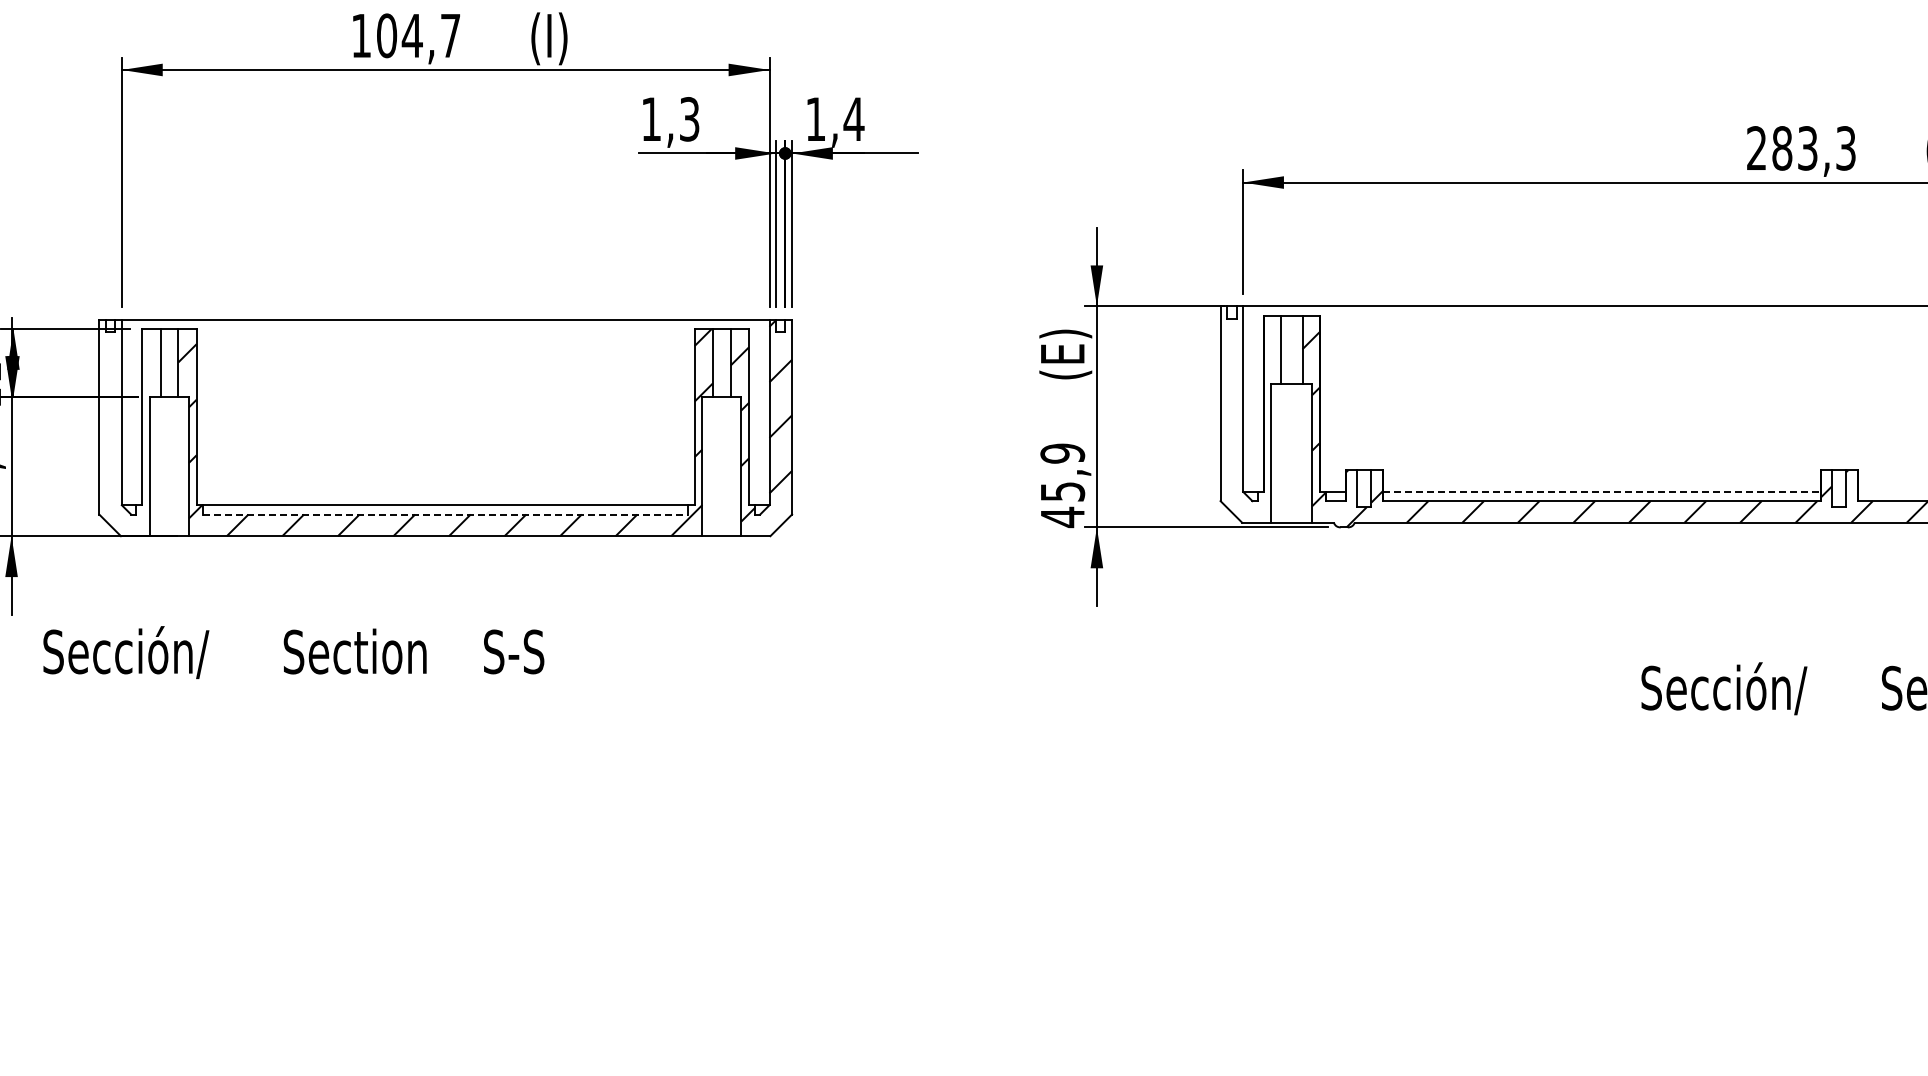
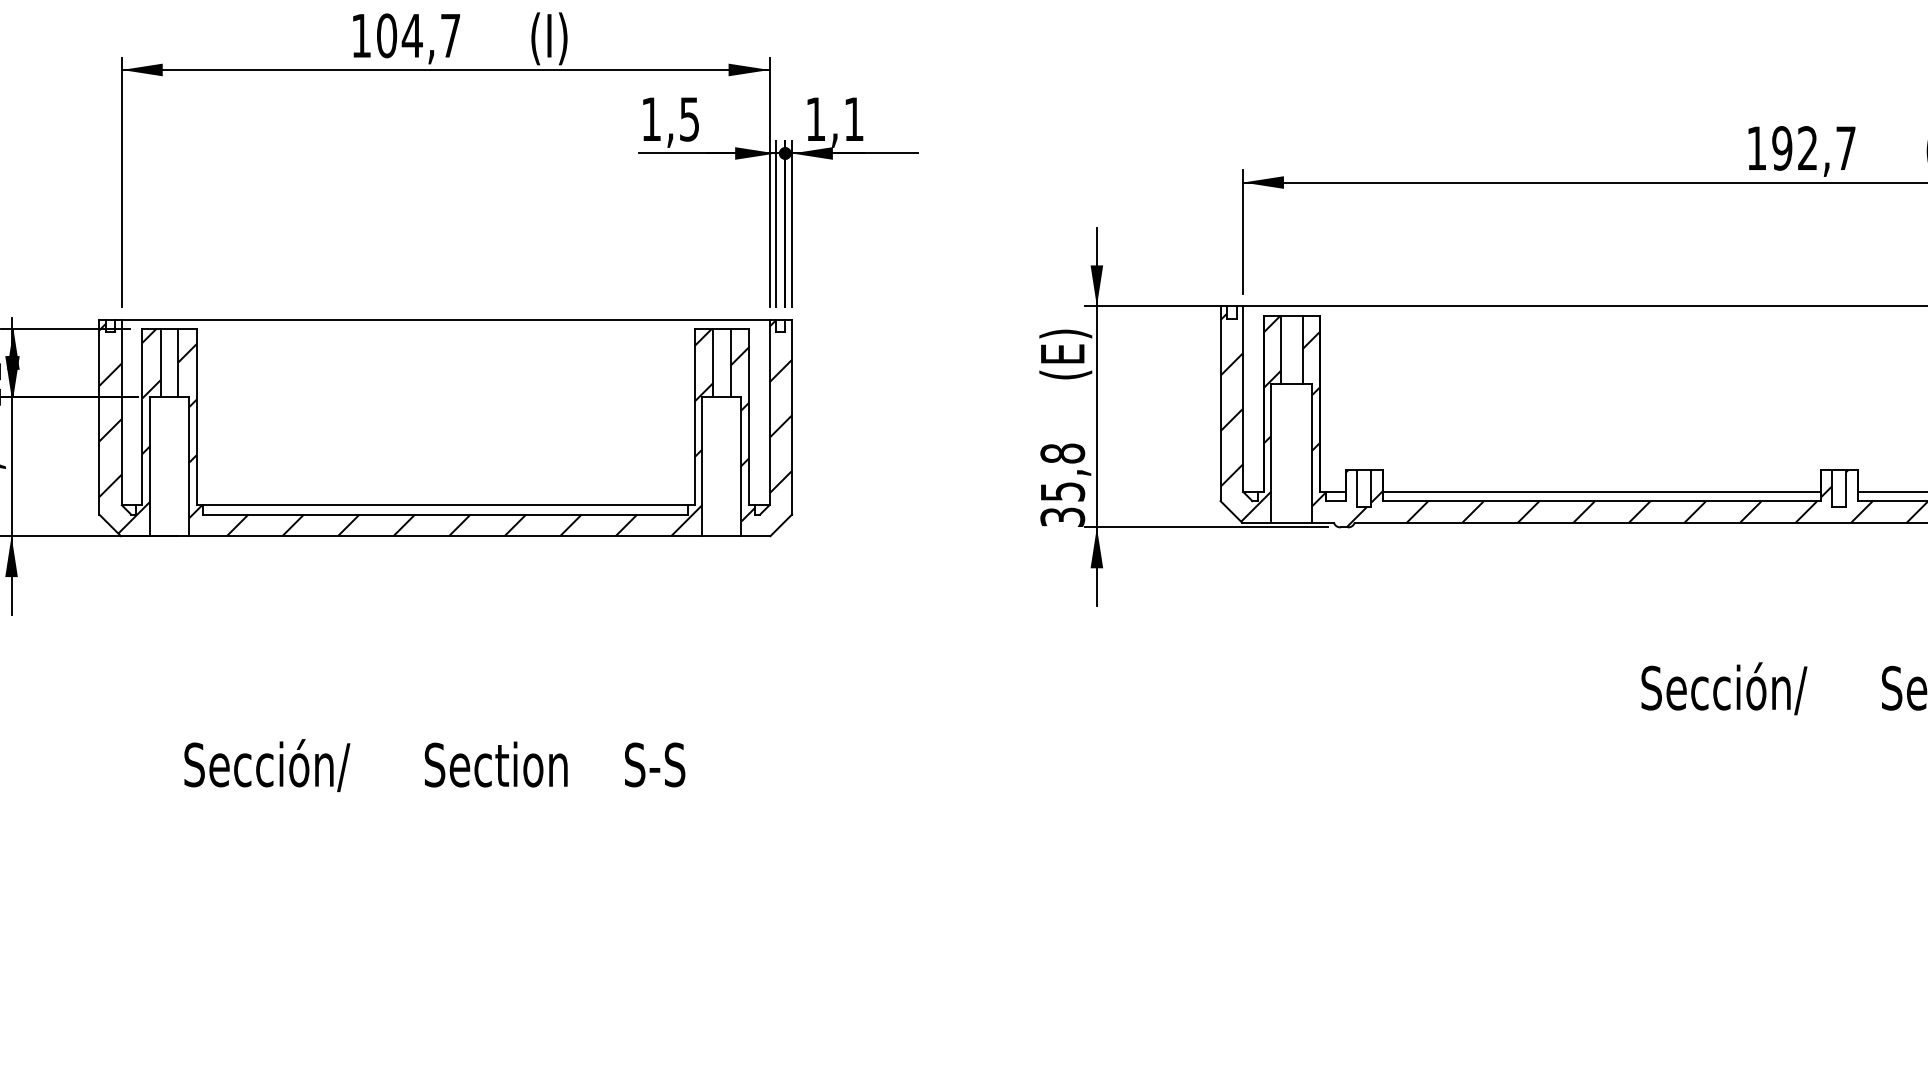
text at (853, 118): 1,4 -> 1,1
text at (689, 119): 1,3 -> 1,5
text at (1801, 148): 283,3 -> 192,7
hatch at (1250, 417): none -> present
hatch at (129, 428): none -> present
text at (1062, 485): 45,9 -> 35,8
line at (1601, 491): dashed -> solid
line at (1890, 491): none -> present
line at (445, 514): dashed -> solid
text at (293, 652) position: (293, 652) -> (434, 765)
